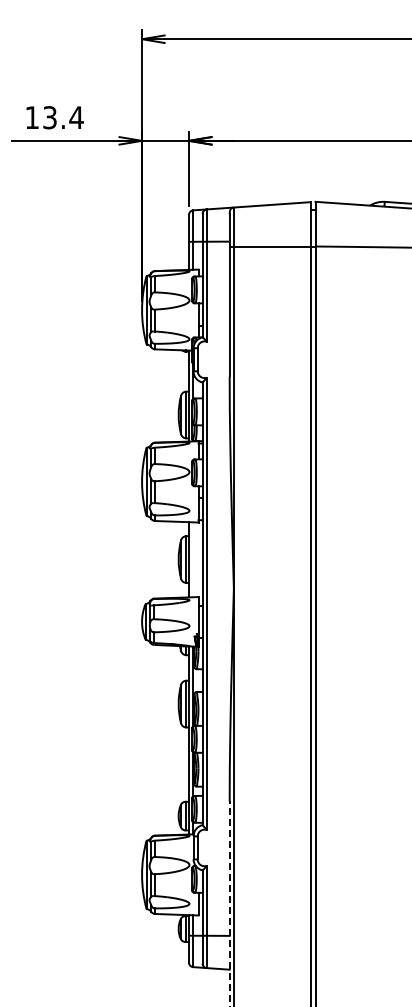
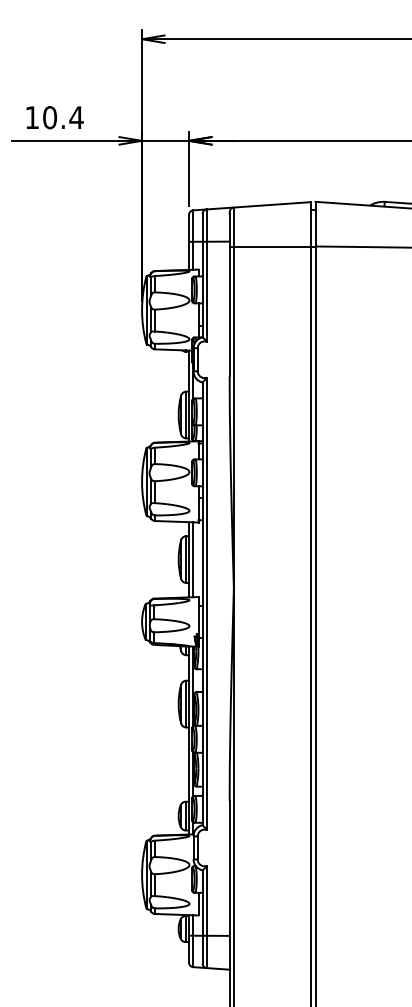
text at (50, 117): 13.4 -> 10.4
line at (193, 559): none -> present
line at (229, 903): dashed -> solid
